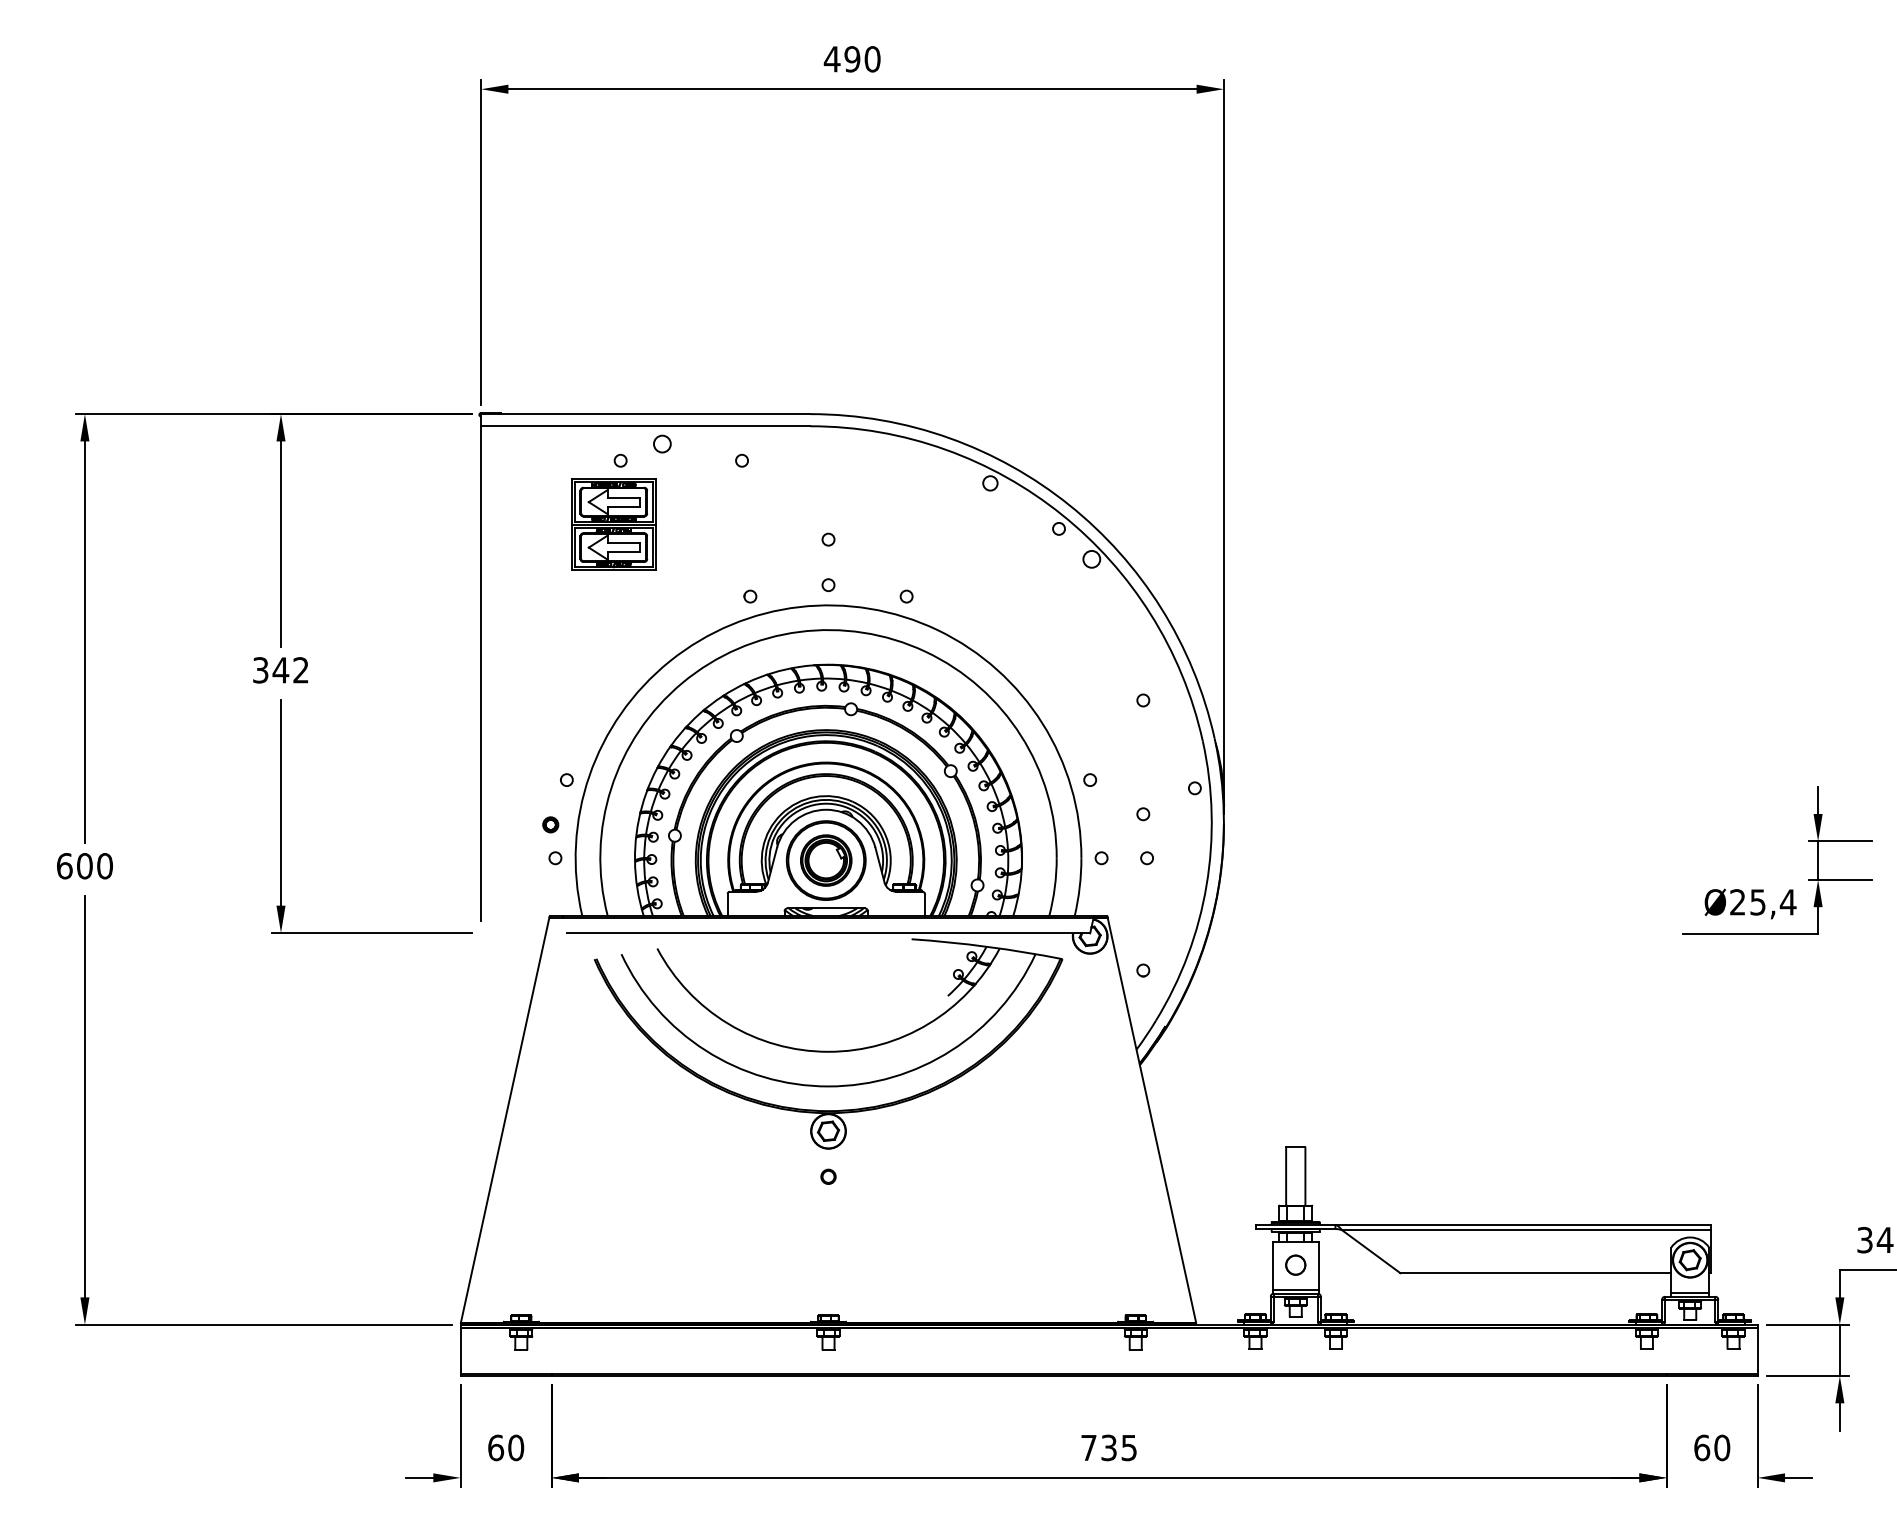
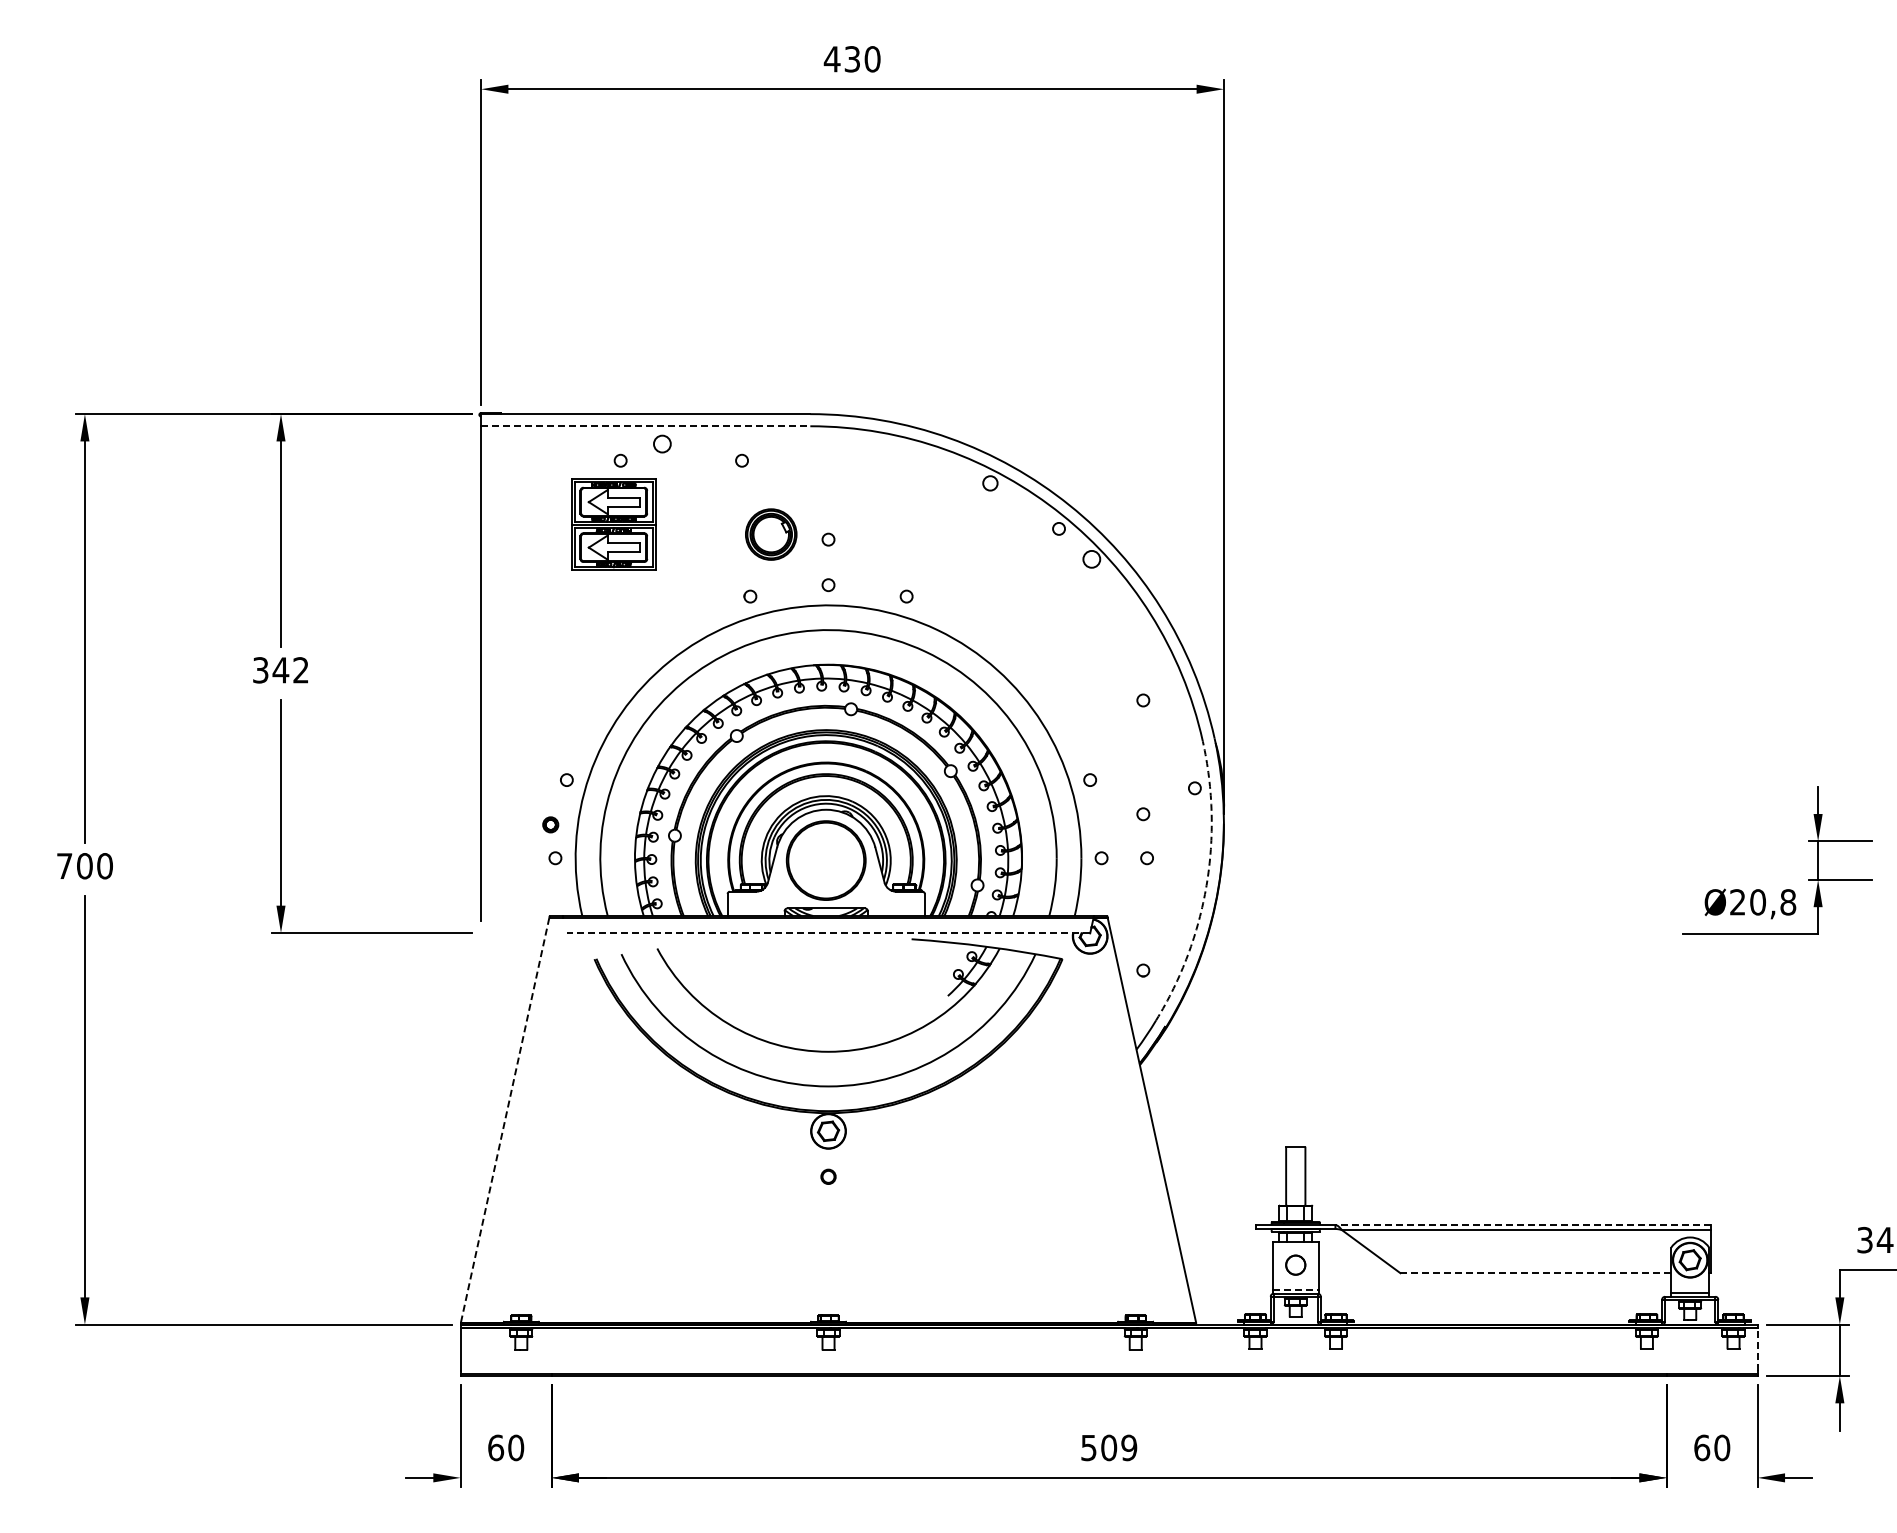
text at (852, 59): 490 -> 430
line at (645, 426): solid -> dashed
part at (826, 860) position: (826, 860) -> (771, 534)
text at (64, 866): 600 -> 700
arc at (1206, 885): solid -> dashed
text at (1773, 902): Ø25,4 -> Ø20,8
line at (828, 933): solid -> dashed
line at (505, 1120): solid -> dashed
line at (1522, 1225): solid -> dashed
line at (1536, 1273): solid -> dashed
line at (1295, 1289): solid -> dashed
line at (1757, 1349): solid -> dashed
text at (1109, 1447): 735 -> 509
